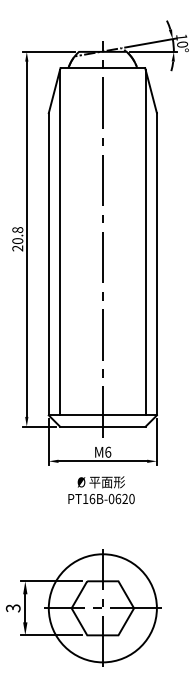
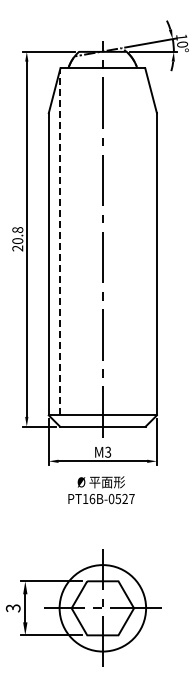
line at (59, 242): solid -> dashed
line at (145, 242): present -> none
text at (108, 451): 6 -> 3
text at (124, 499): PT16B-0620 -> PT16B-0527
circle at (102, 608) diameter: 108 px -> 86 px
